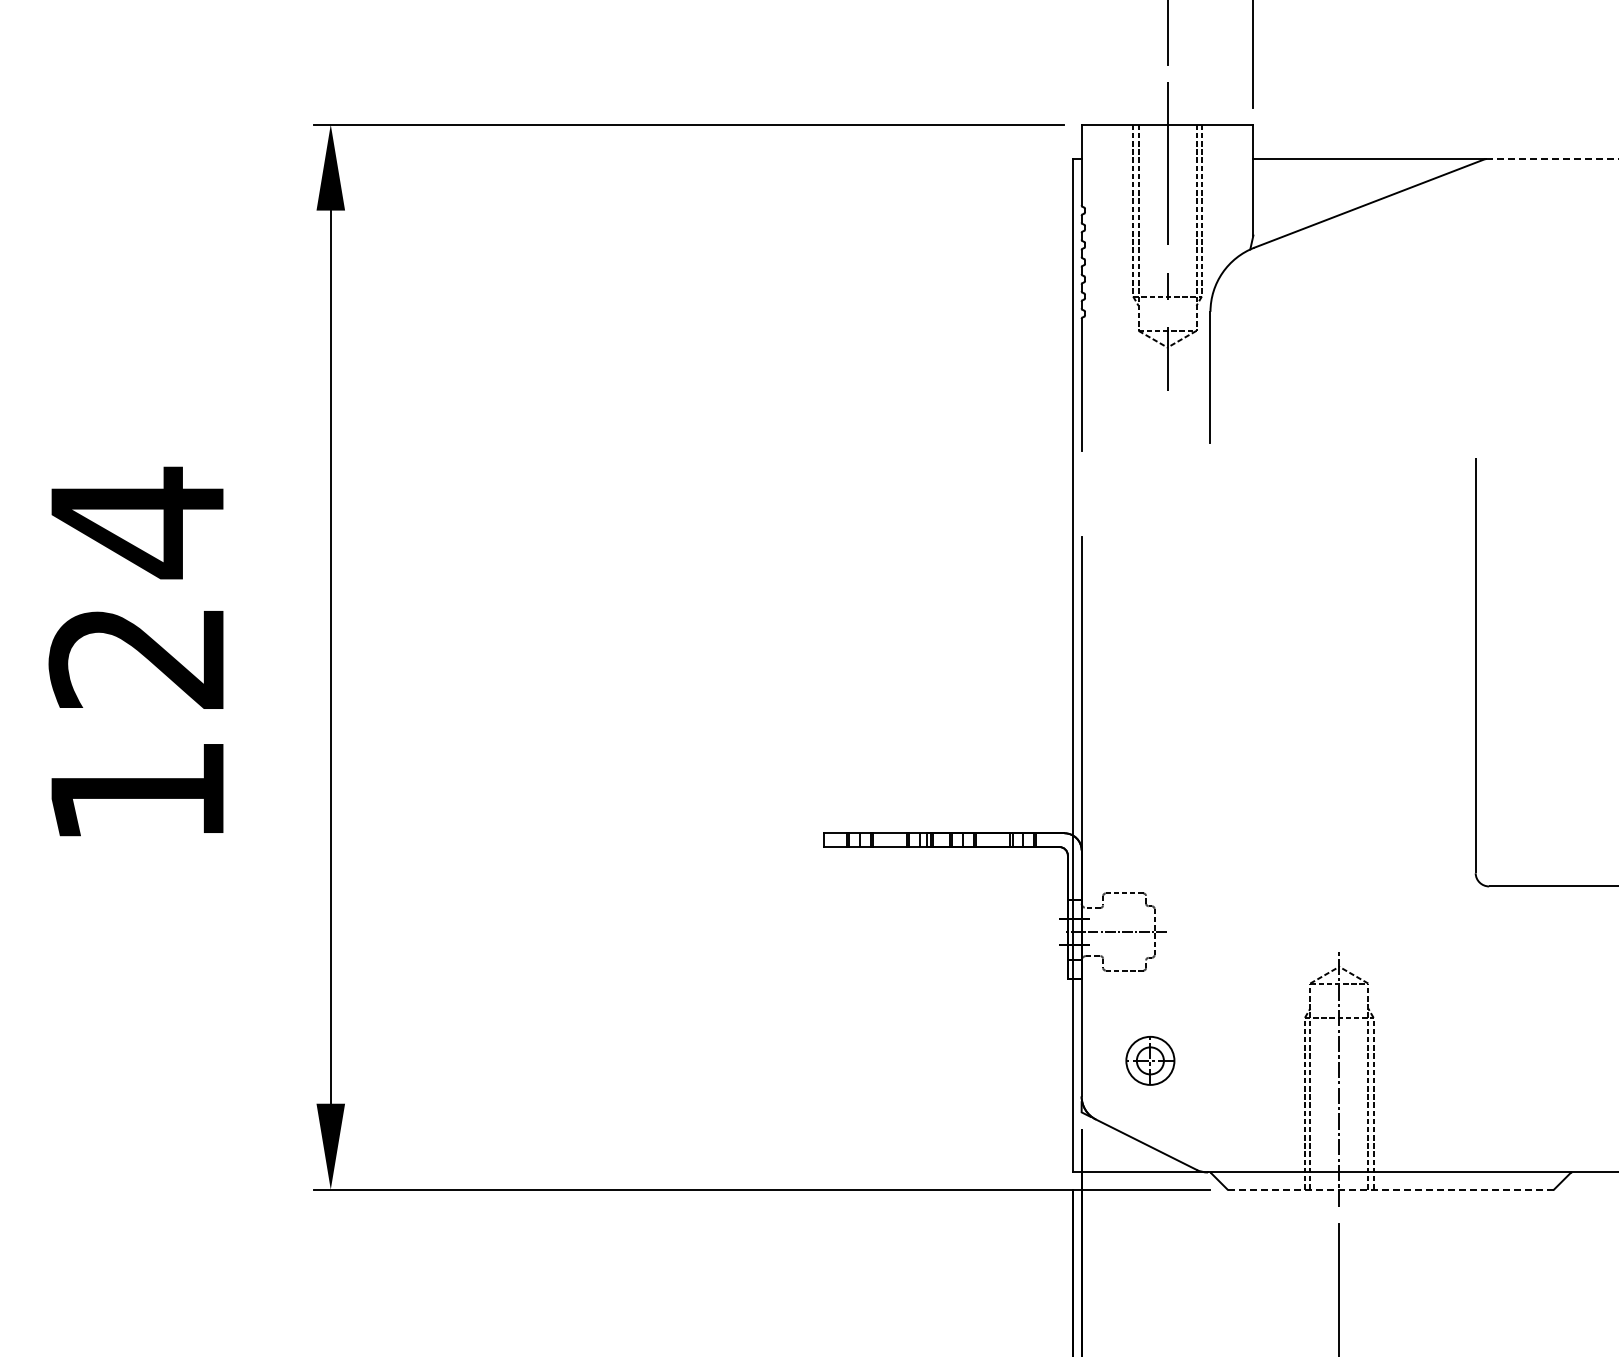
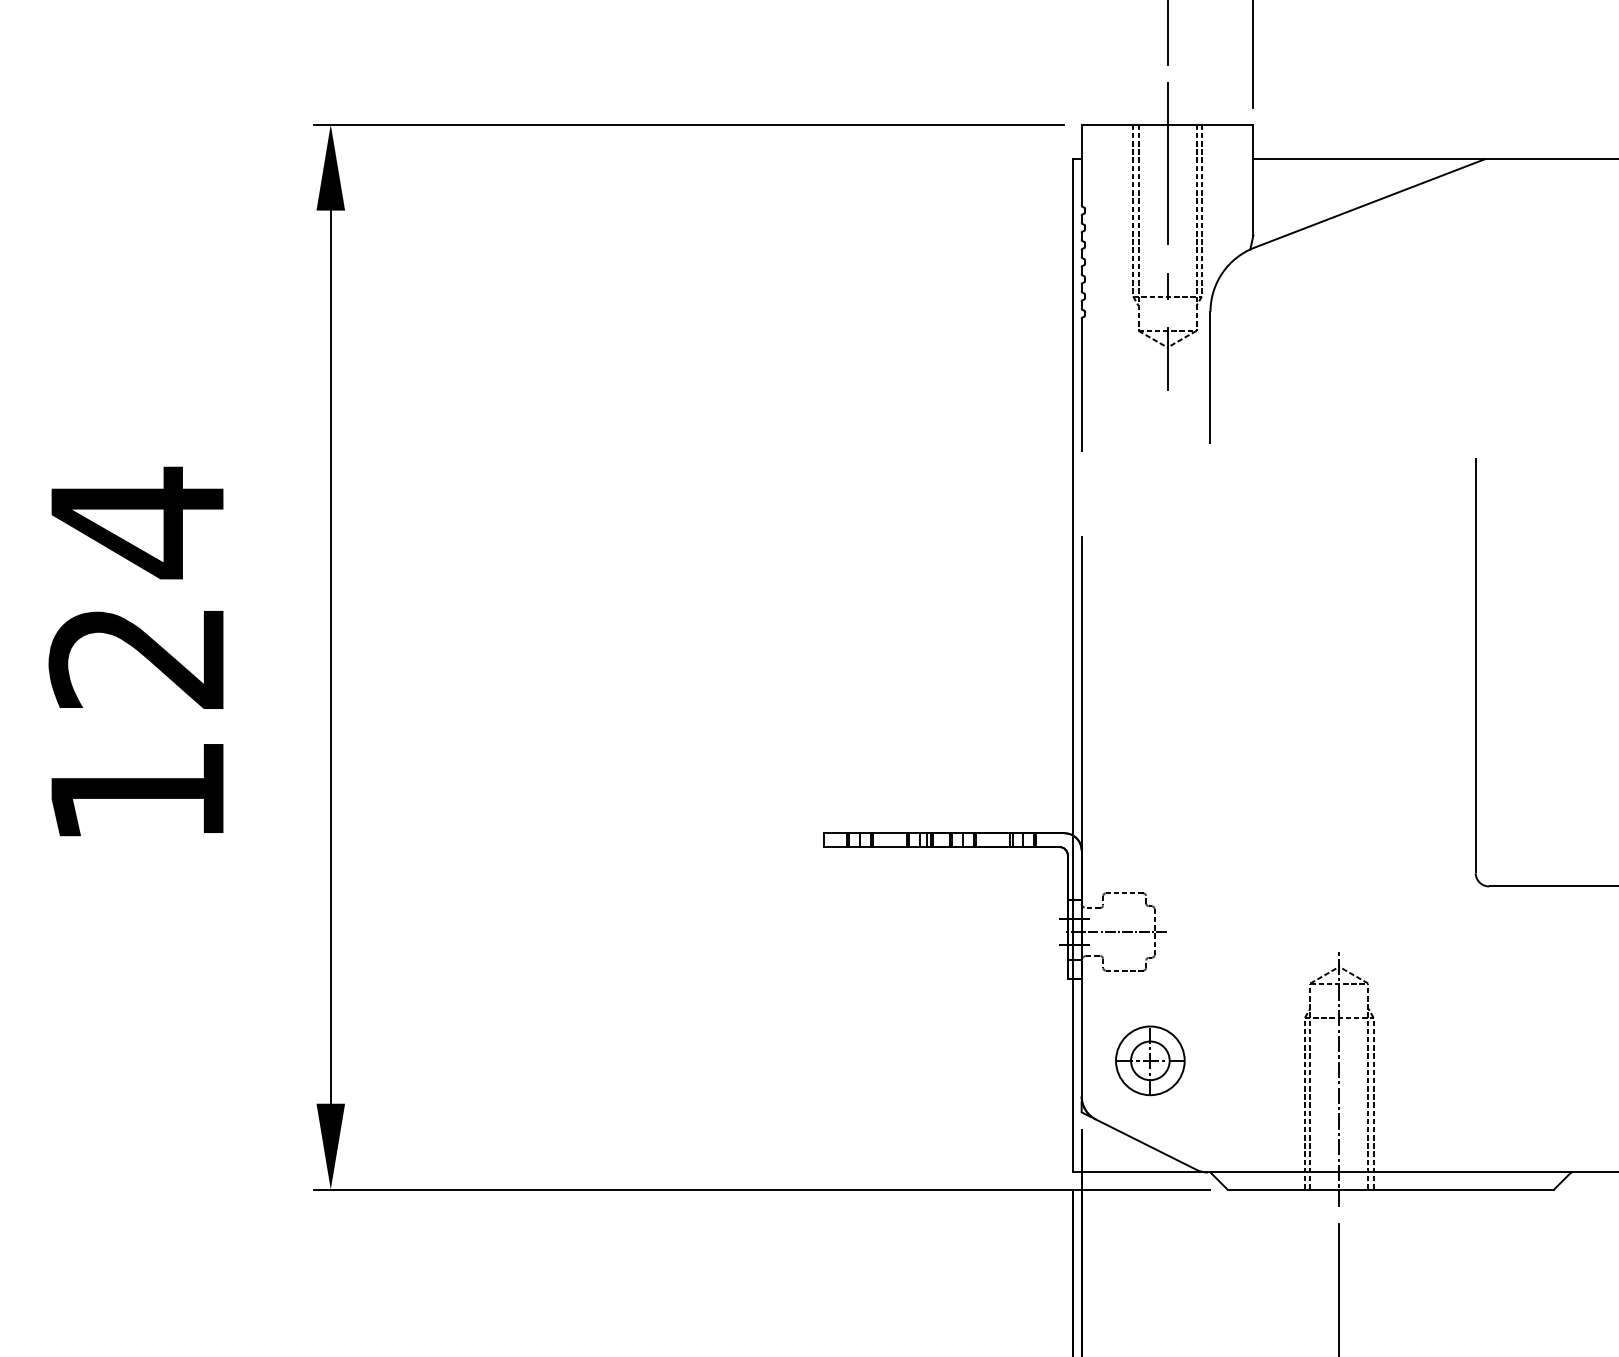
line at (1552, 159): dashed -> solid
part at (1150, 1060) size: 51x50 px -> 71x72 px
line at (1391, 1189): dashed -> solid
